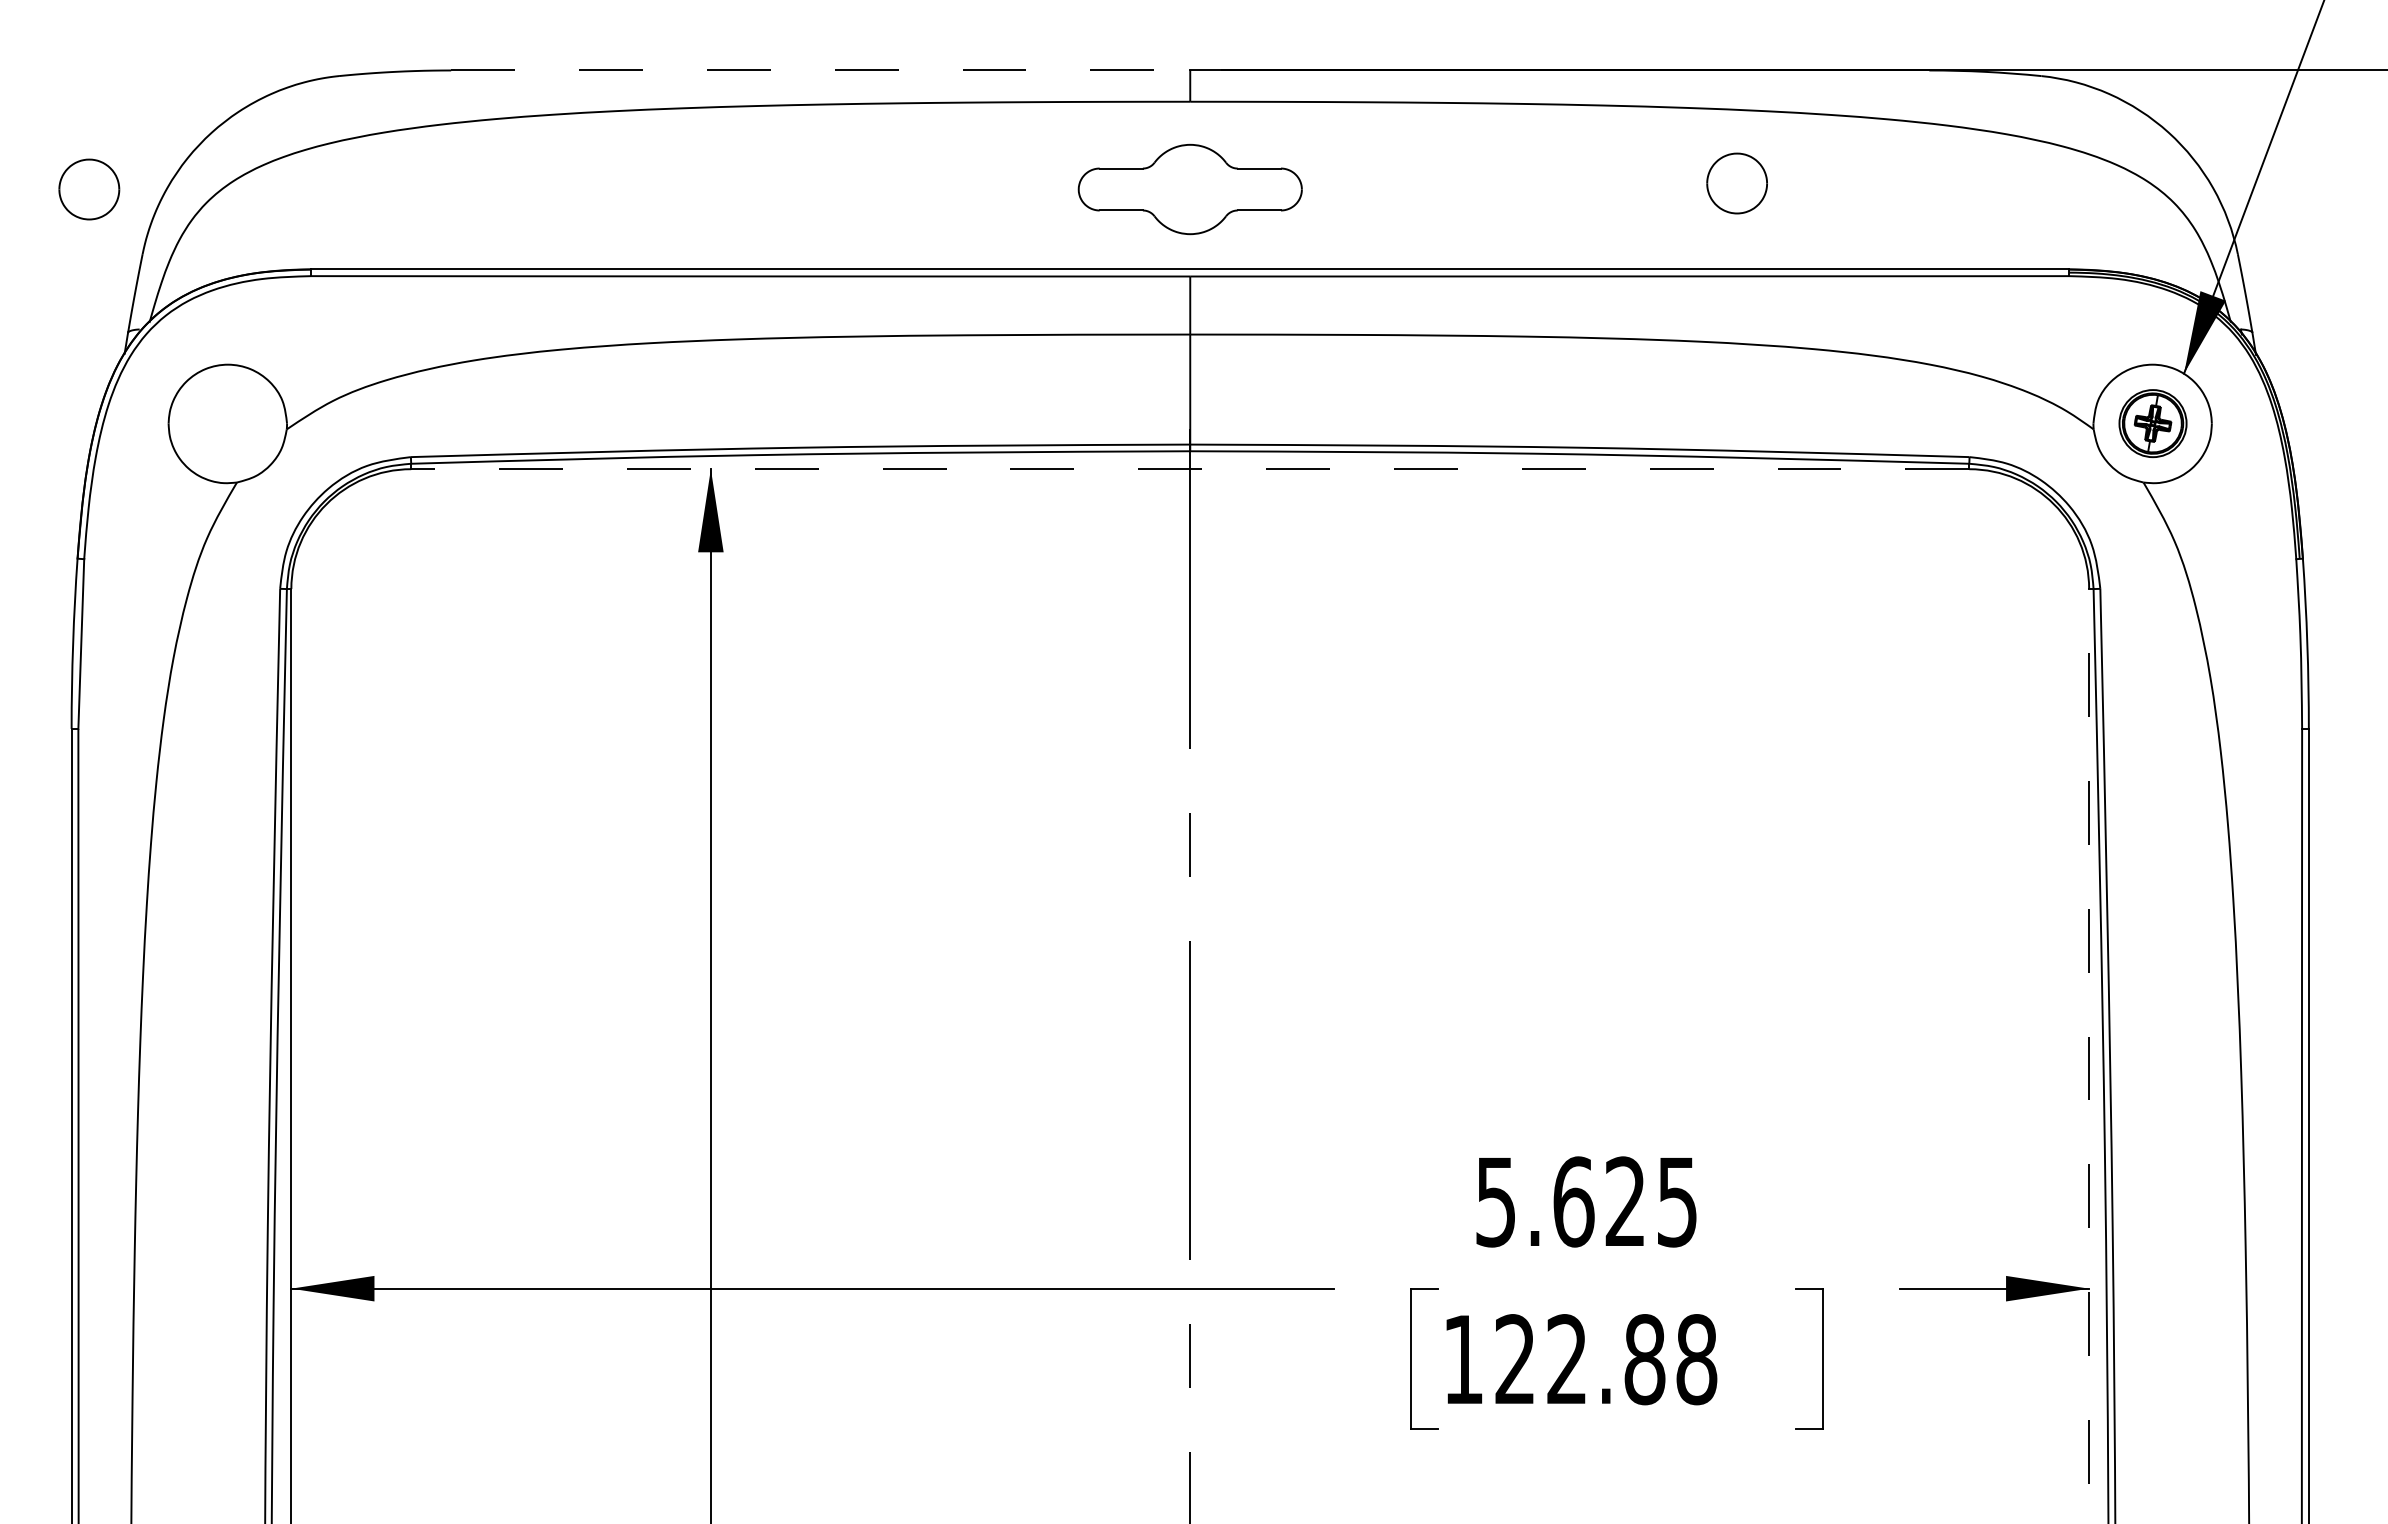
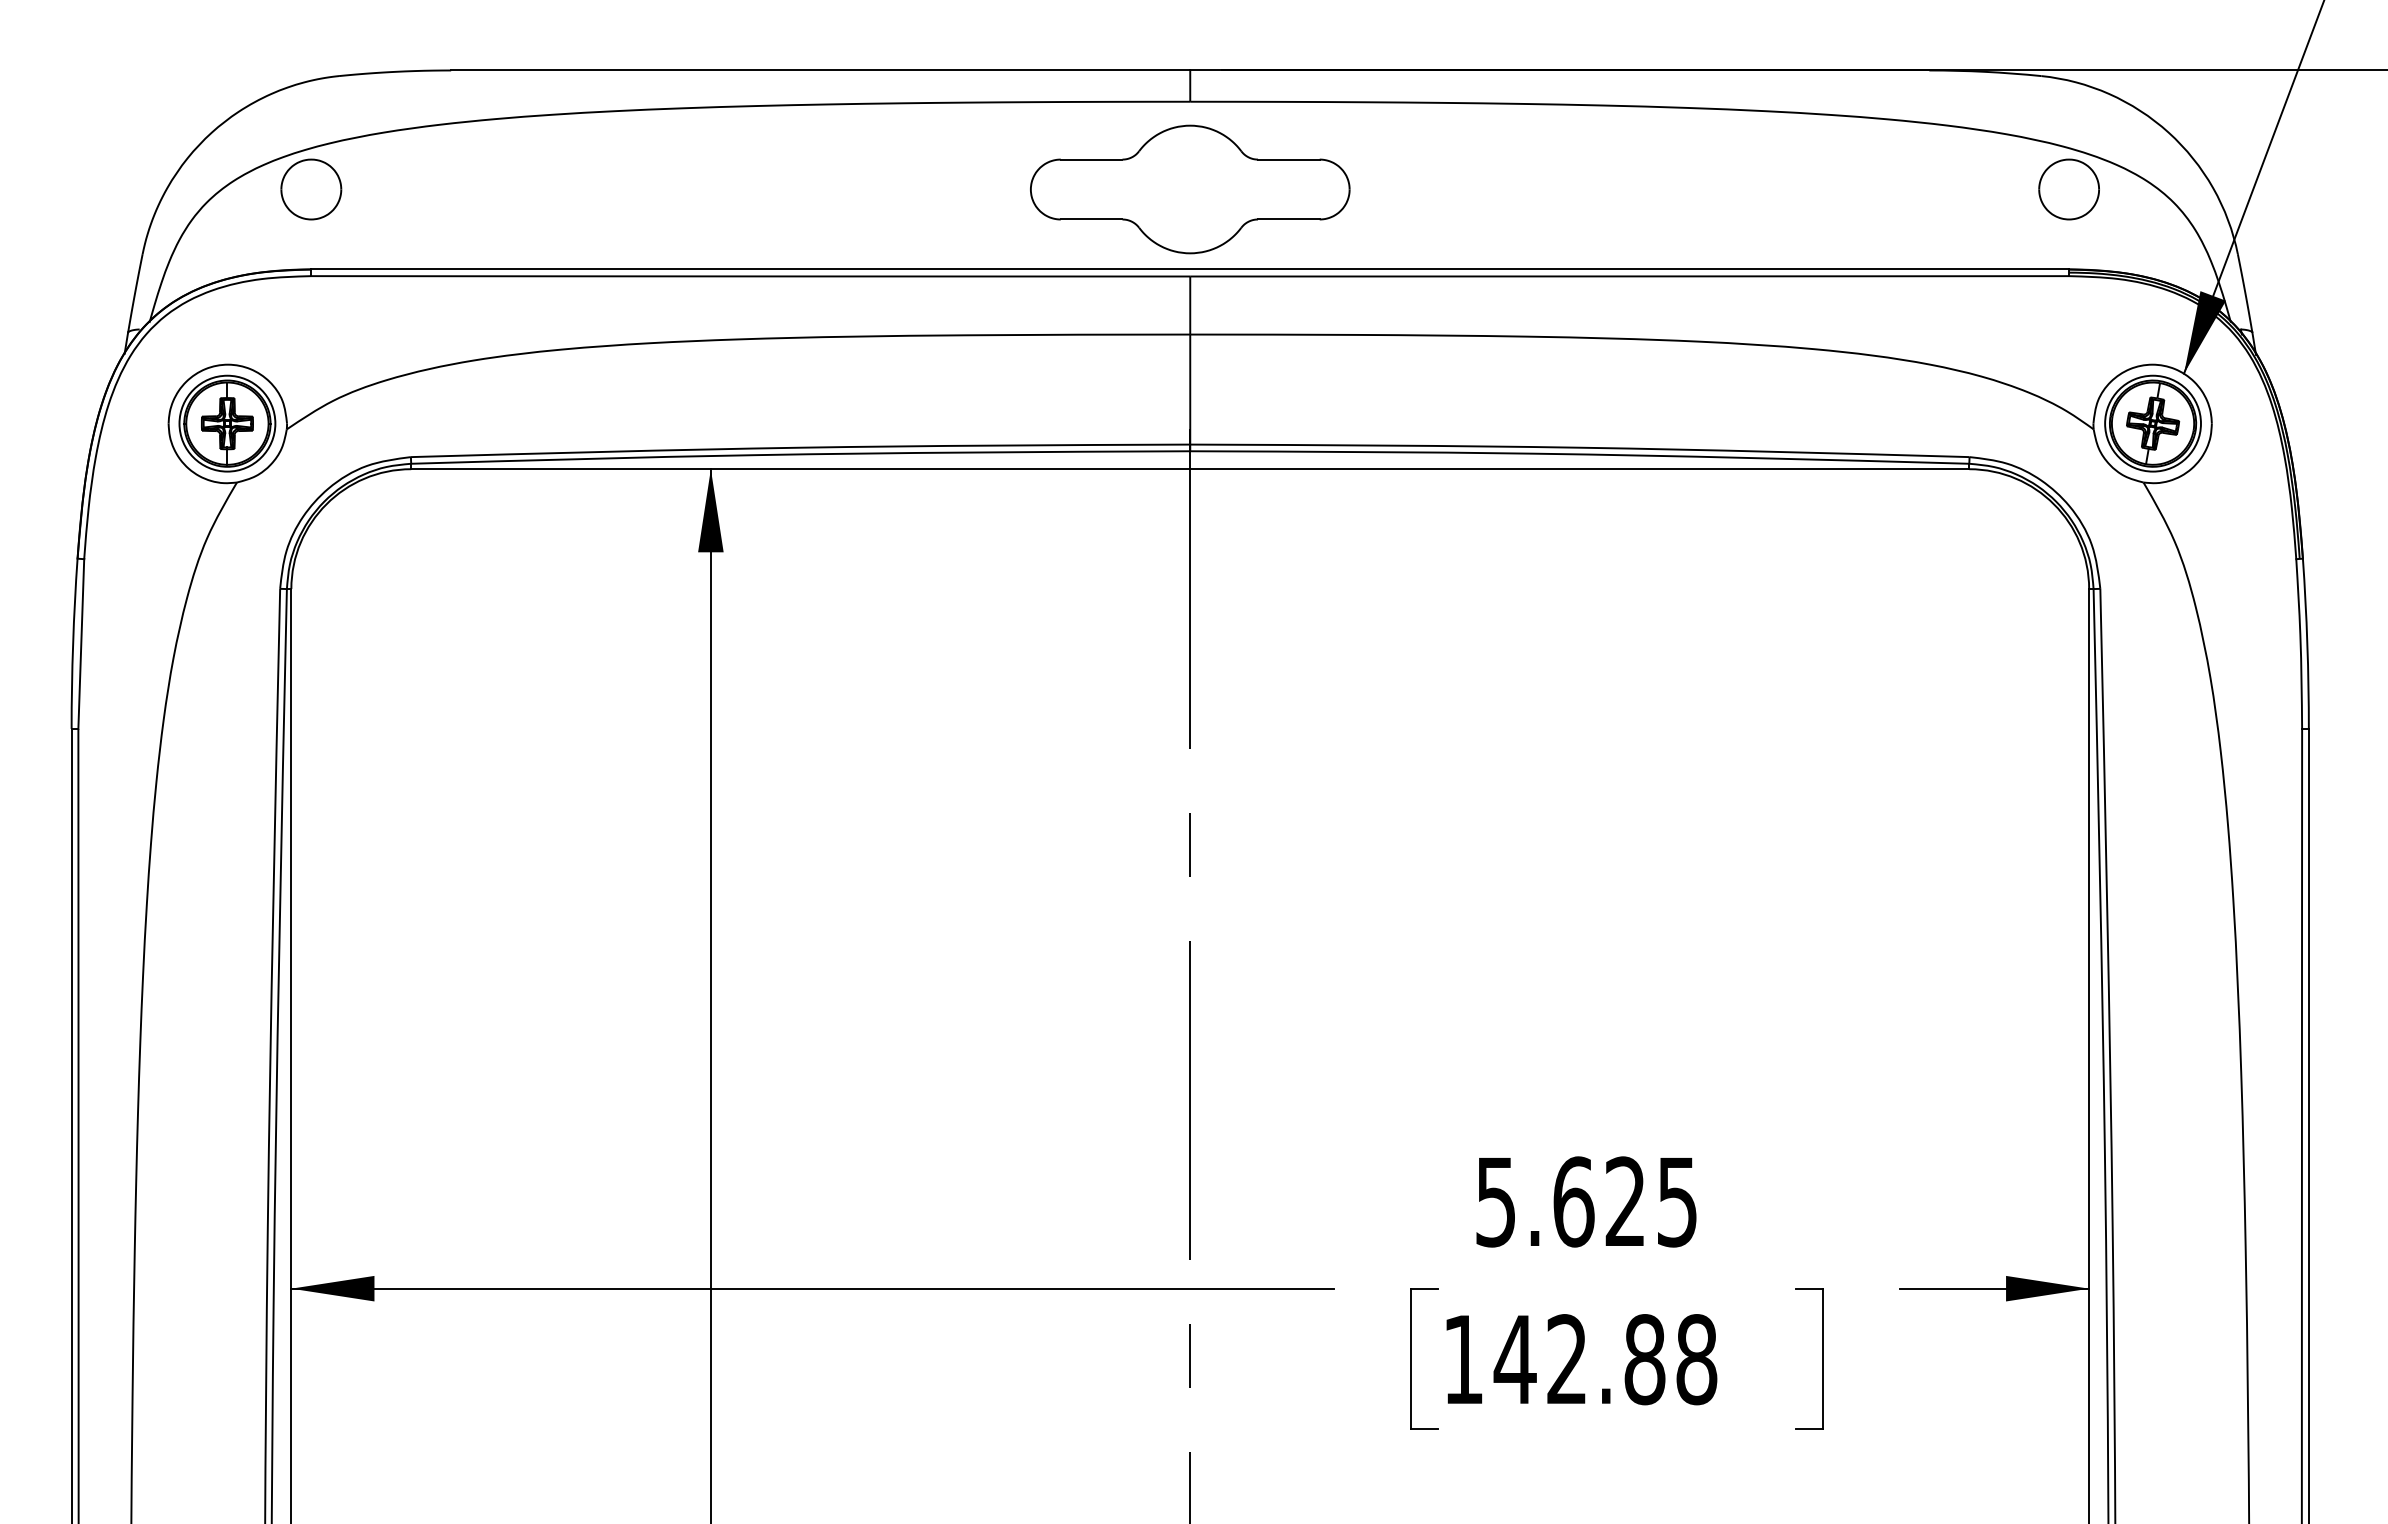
line at (820, 70): dashed -> solid
part at (1736, 183) position: (1736, 183) -> (2068, 189)
part at (89, 189) position: (89, 189) -> (311, 189)
part at (1189, 189) size: 226x93 px -> 321x131 px
part at (227, 423): none -> present
part at (2152, 423) size: 70x70 px -> 98x99 px
line at (1189, 469): dashed -> solid
line at (2089, 1056): dashed -> solid
text at (1514, 1358): 122.88 -> 142.88
